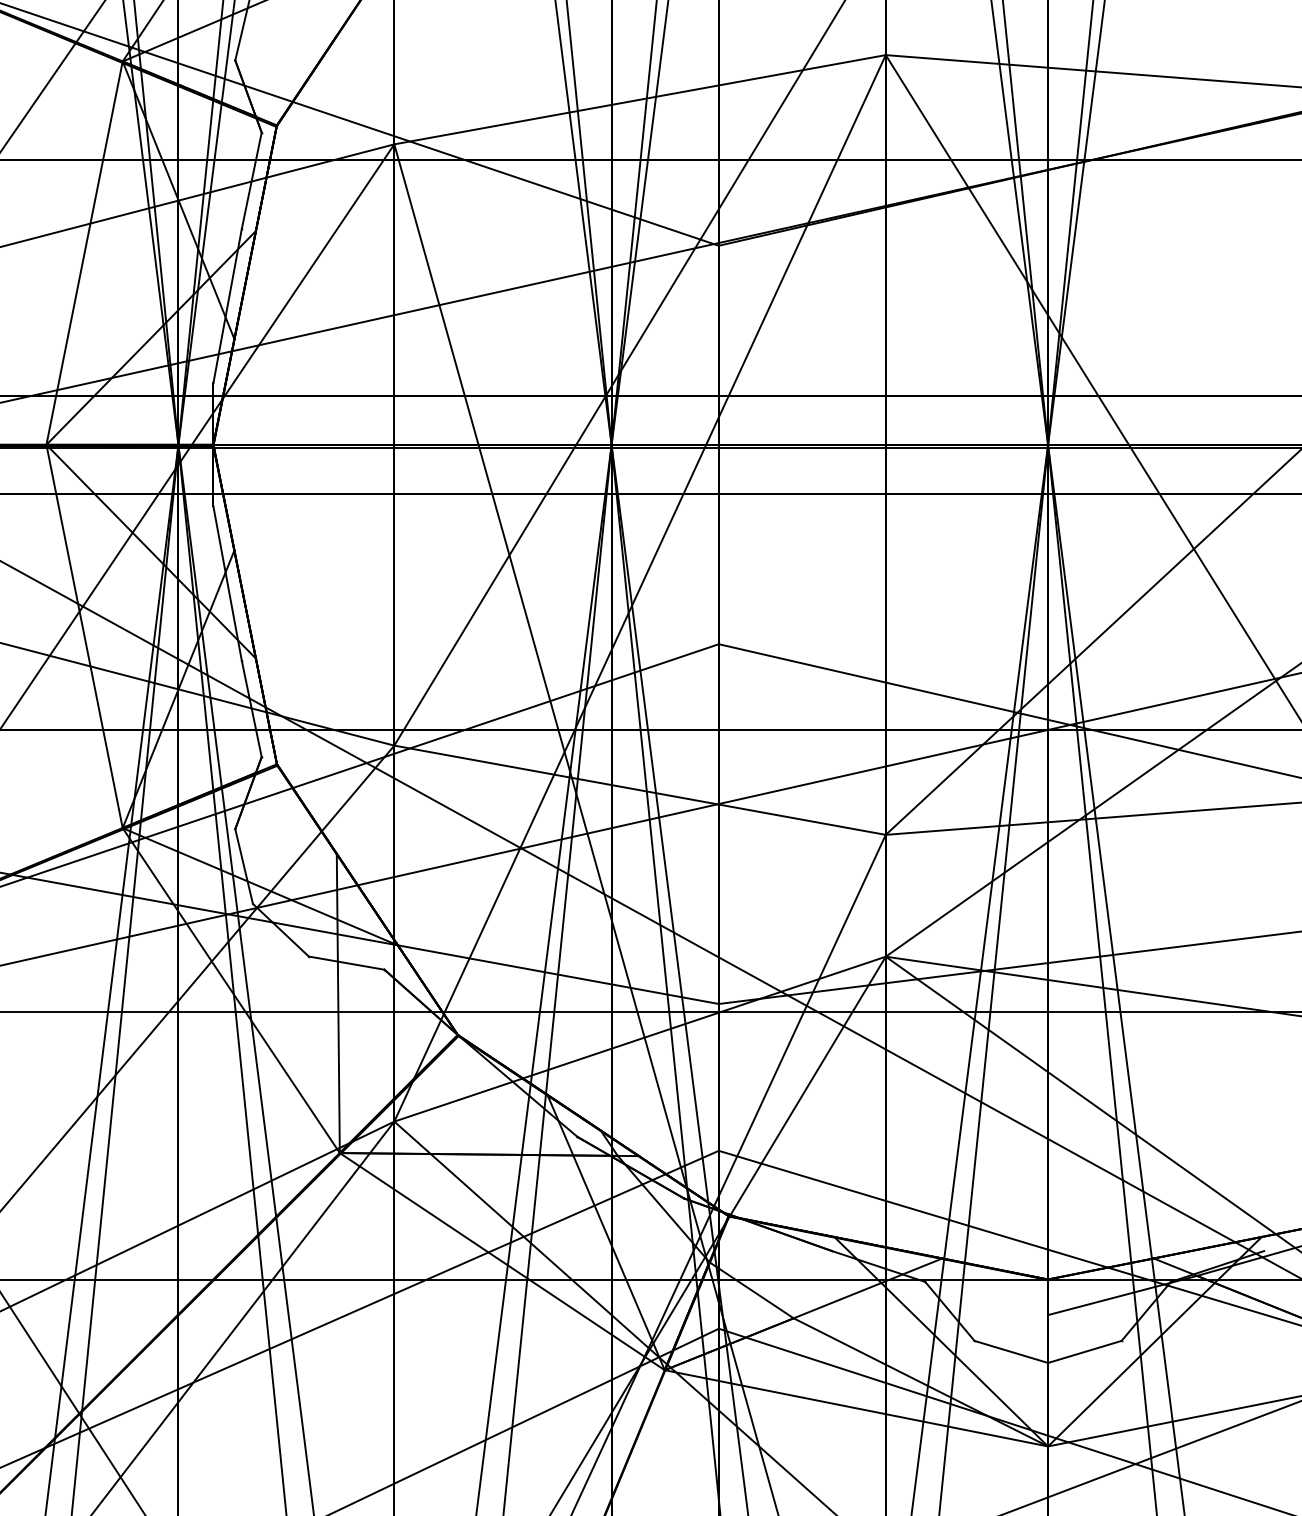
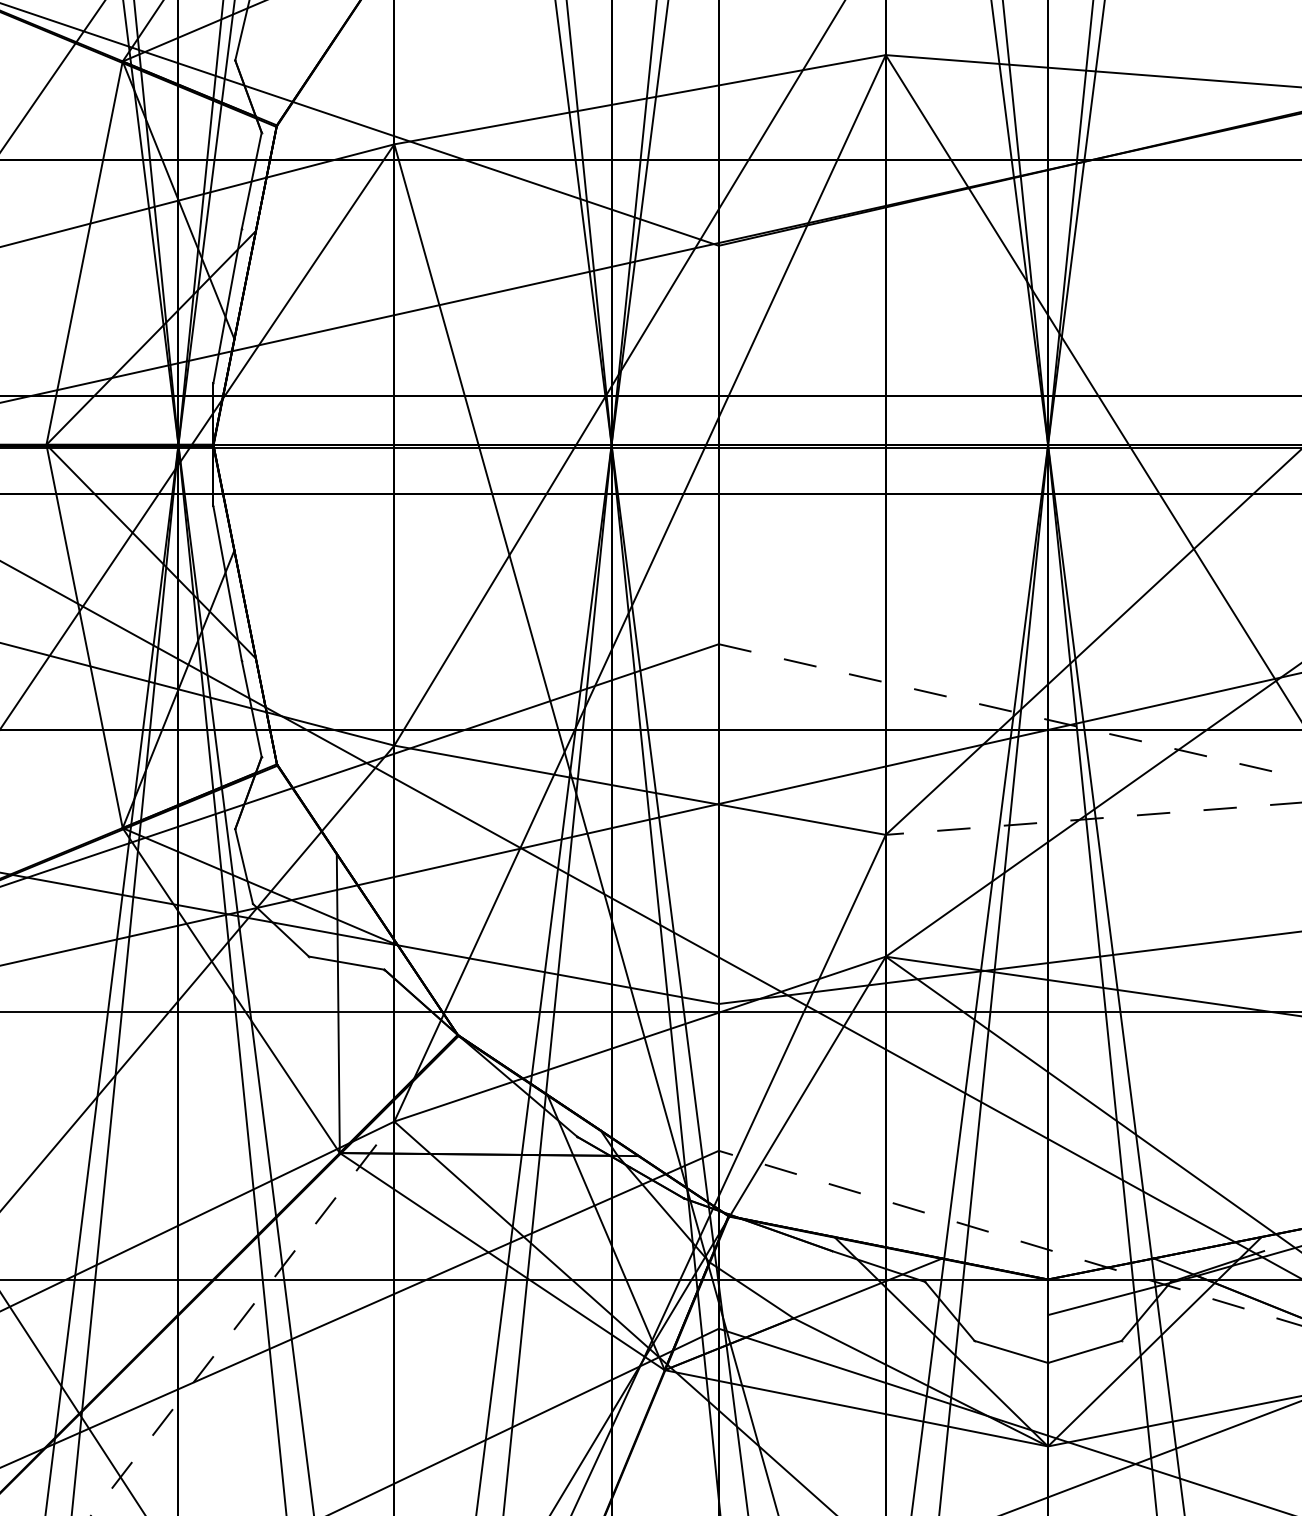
line at (1010, 711): solid -> dashed
line at (1093, 818): solid -> dashed
line at (1009, 1238): solid -> dashed
line at (243, 1318): solid -> dashed
